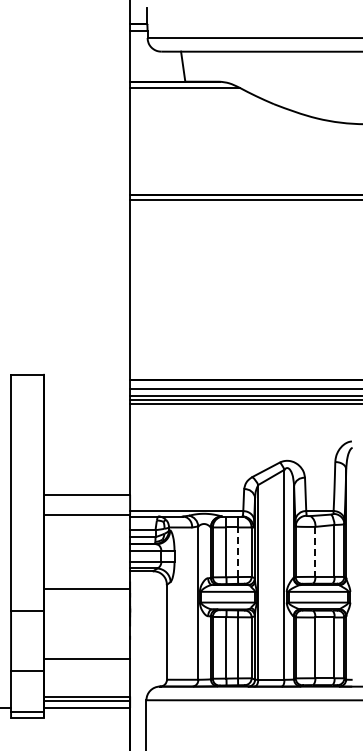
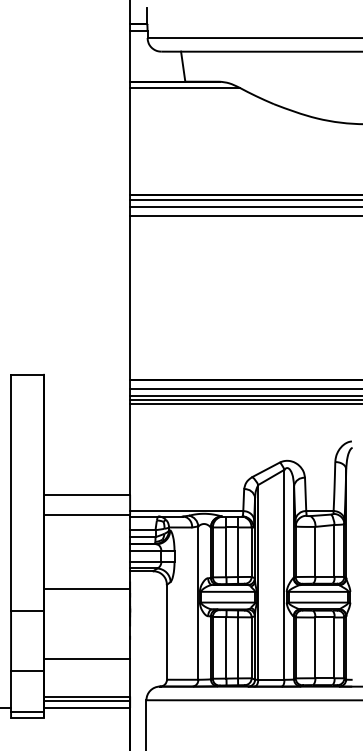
line at (244, 206): none -> present
line at (244, 215): none -> present
line at (238, 552): dashed -> solid
line at (315, 552): dashed -> solid
